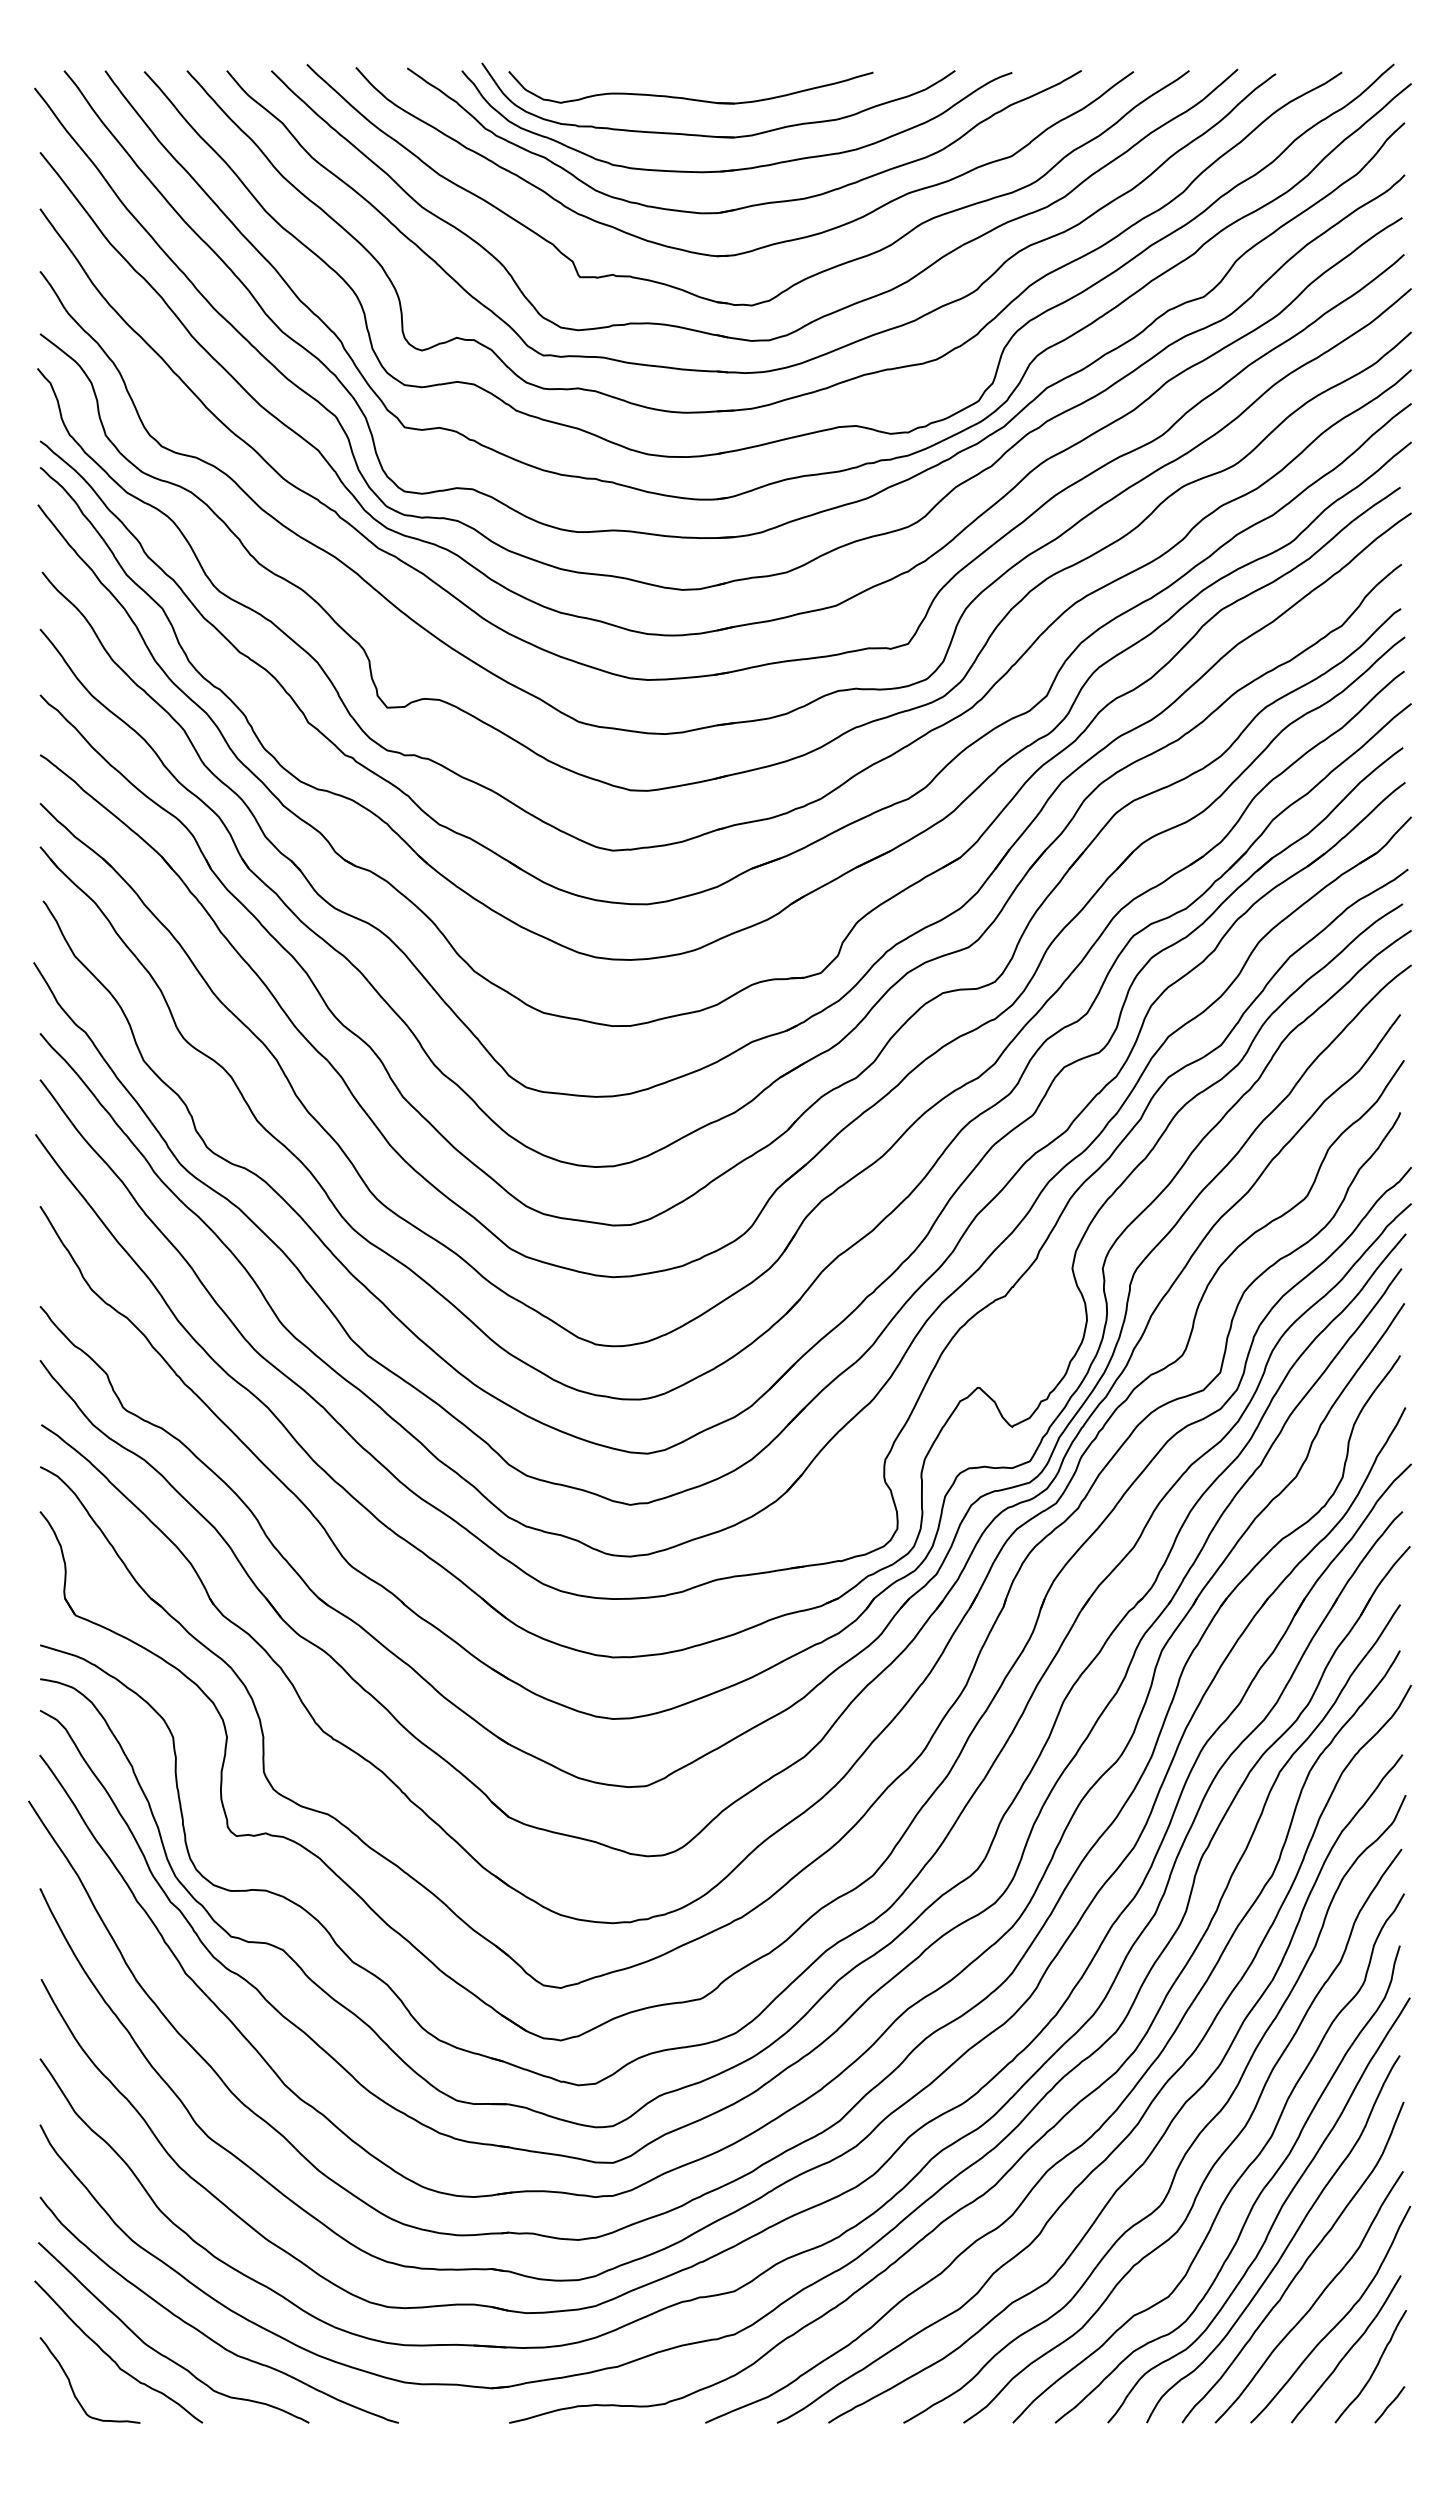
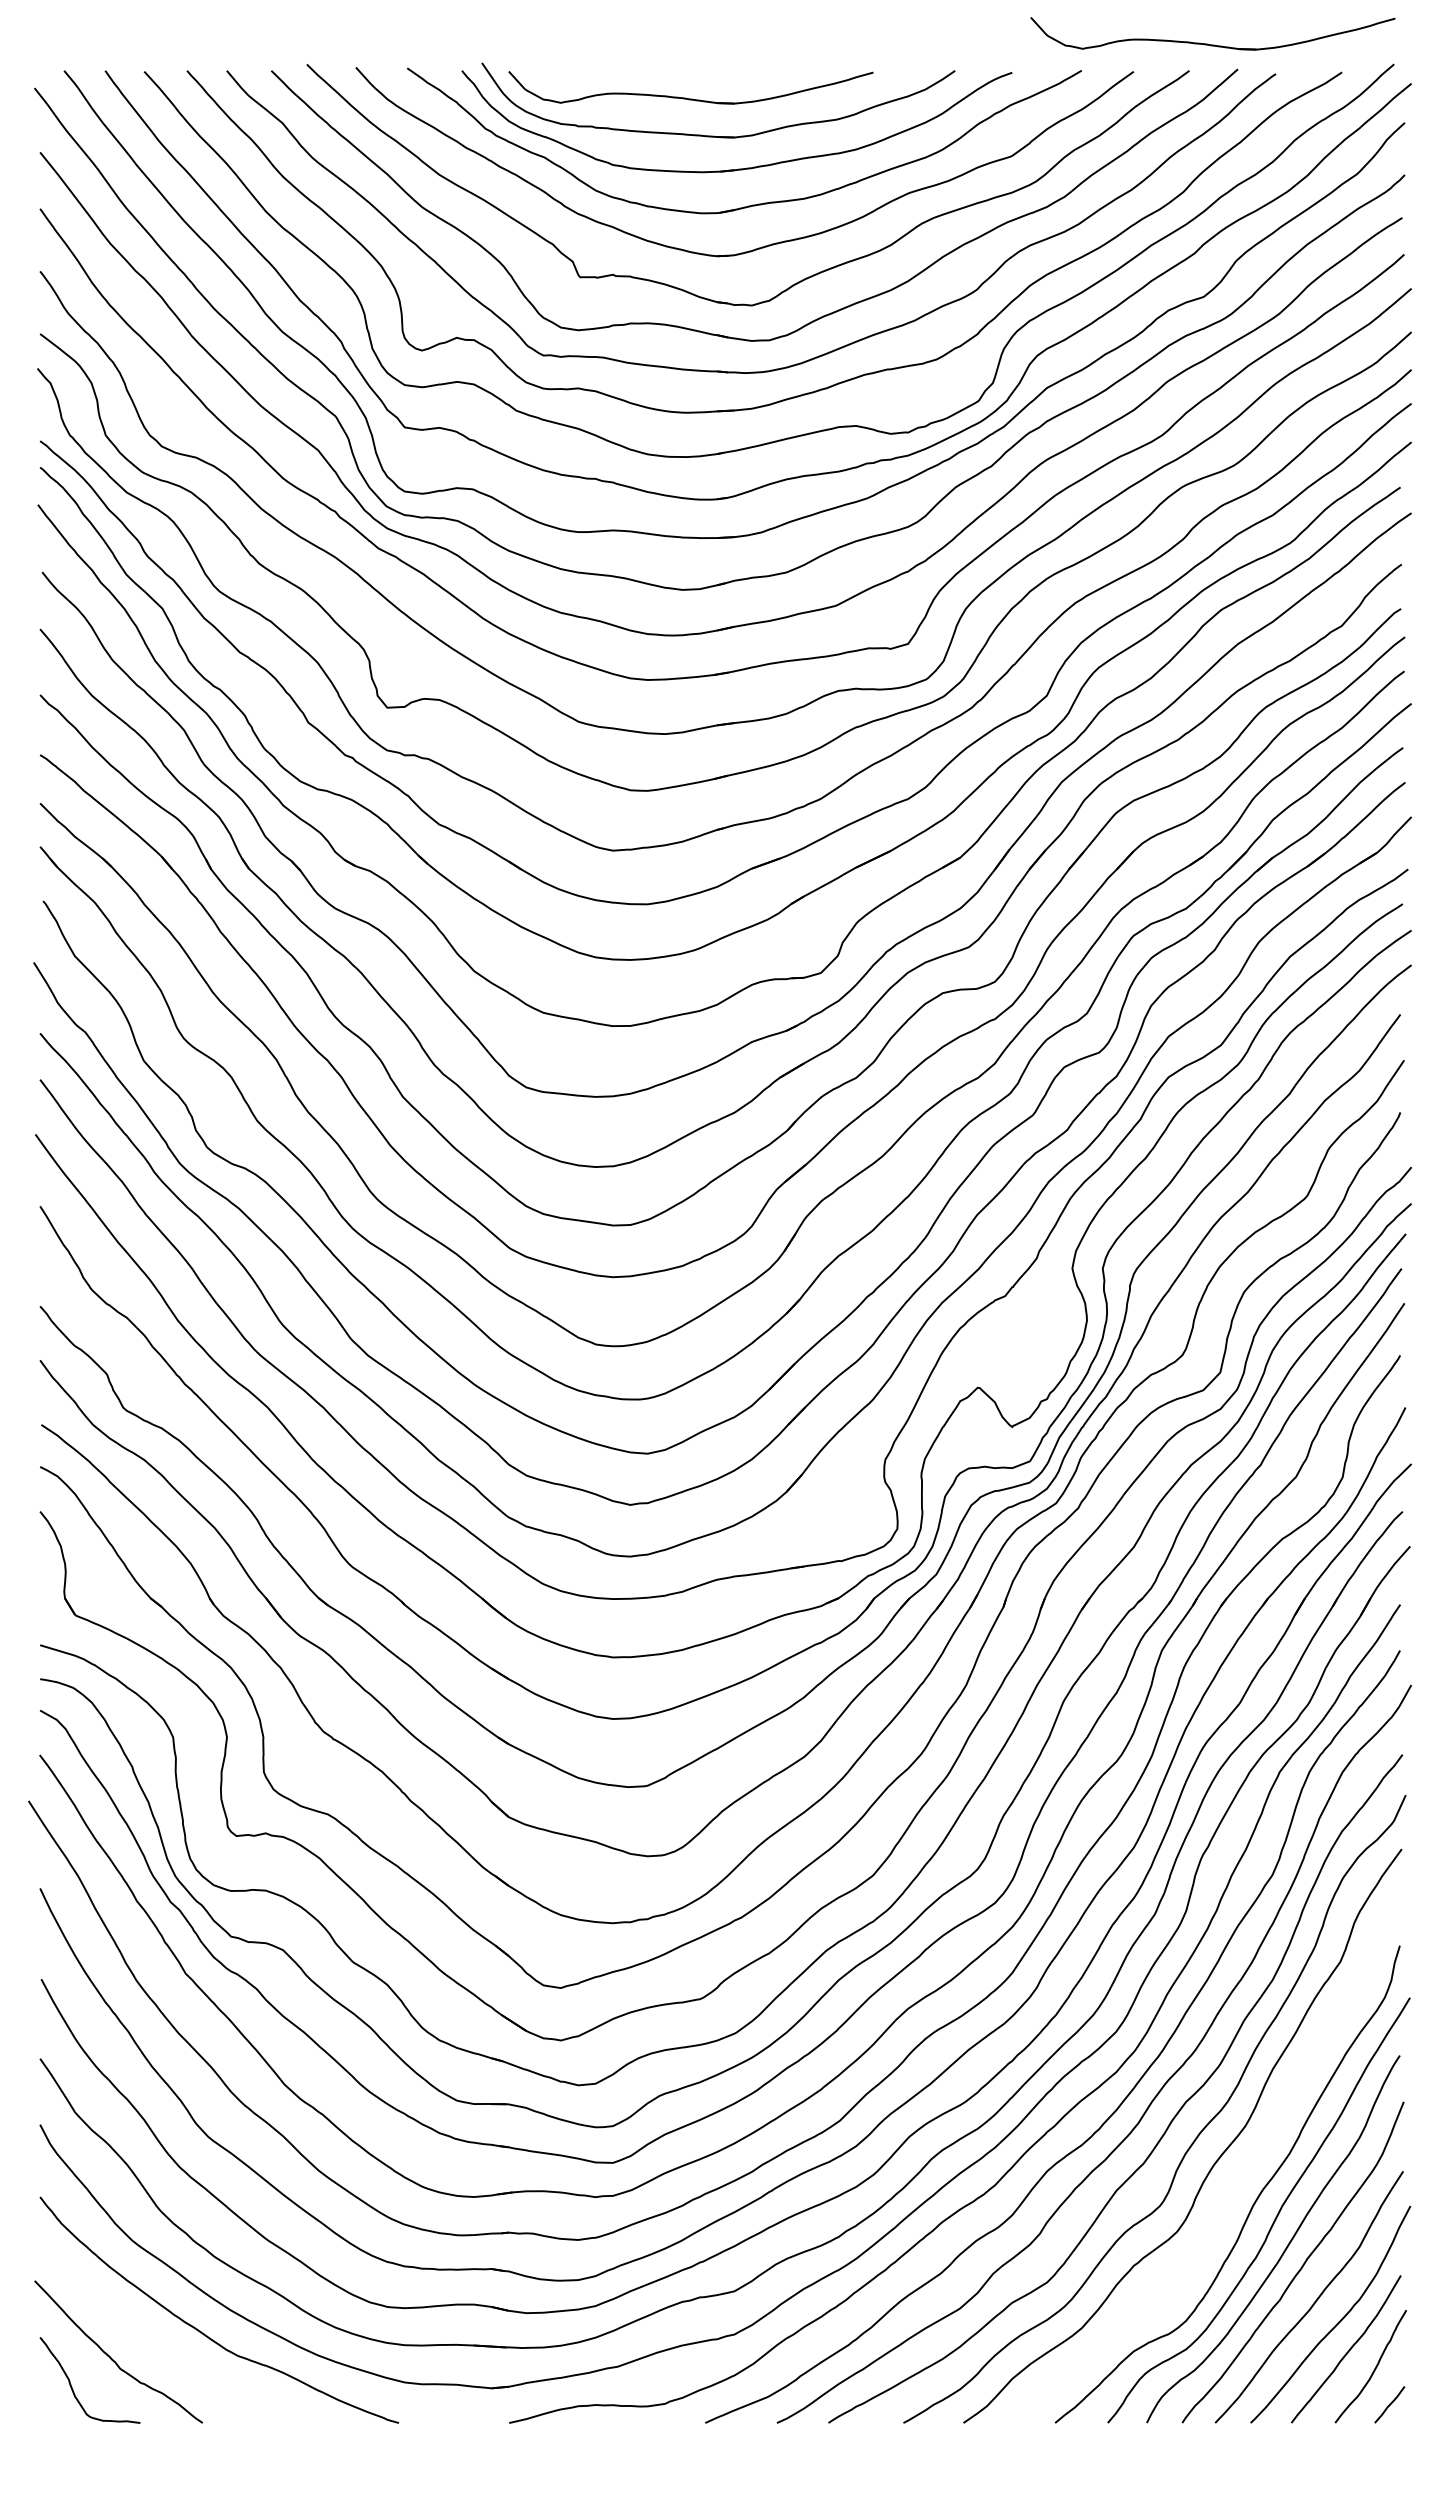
part at (1208, 43): none -> present
curve at (1236, 2180): present -> none
curve at (163, 2354): present -> none
